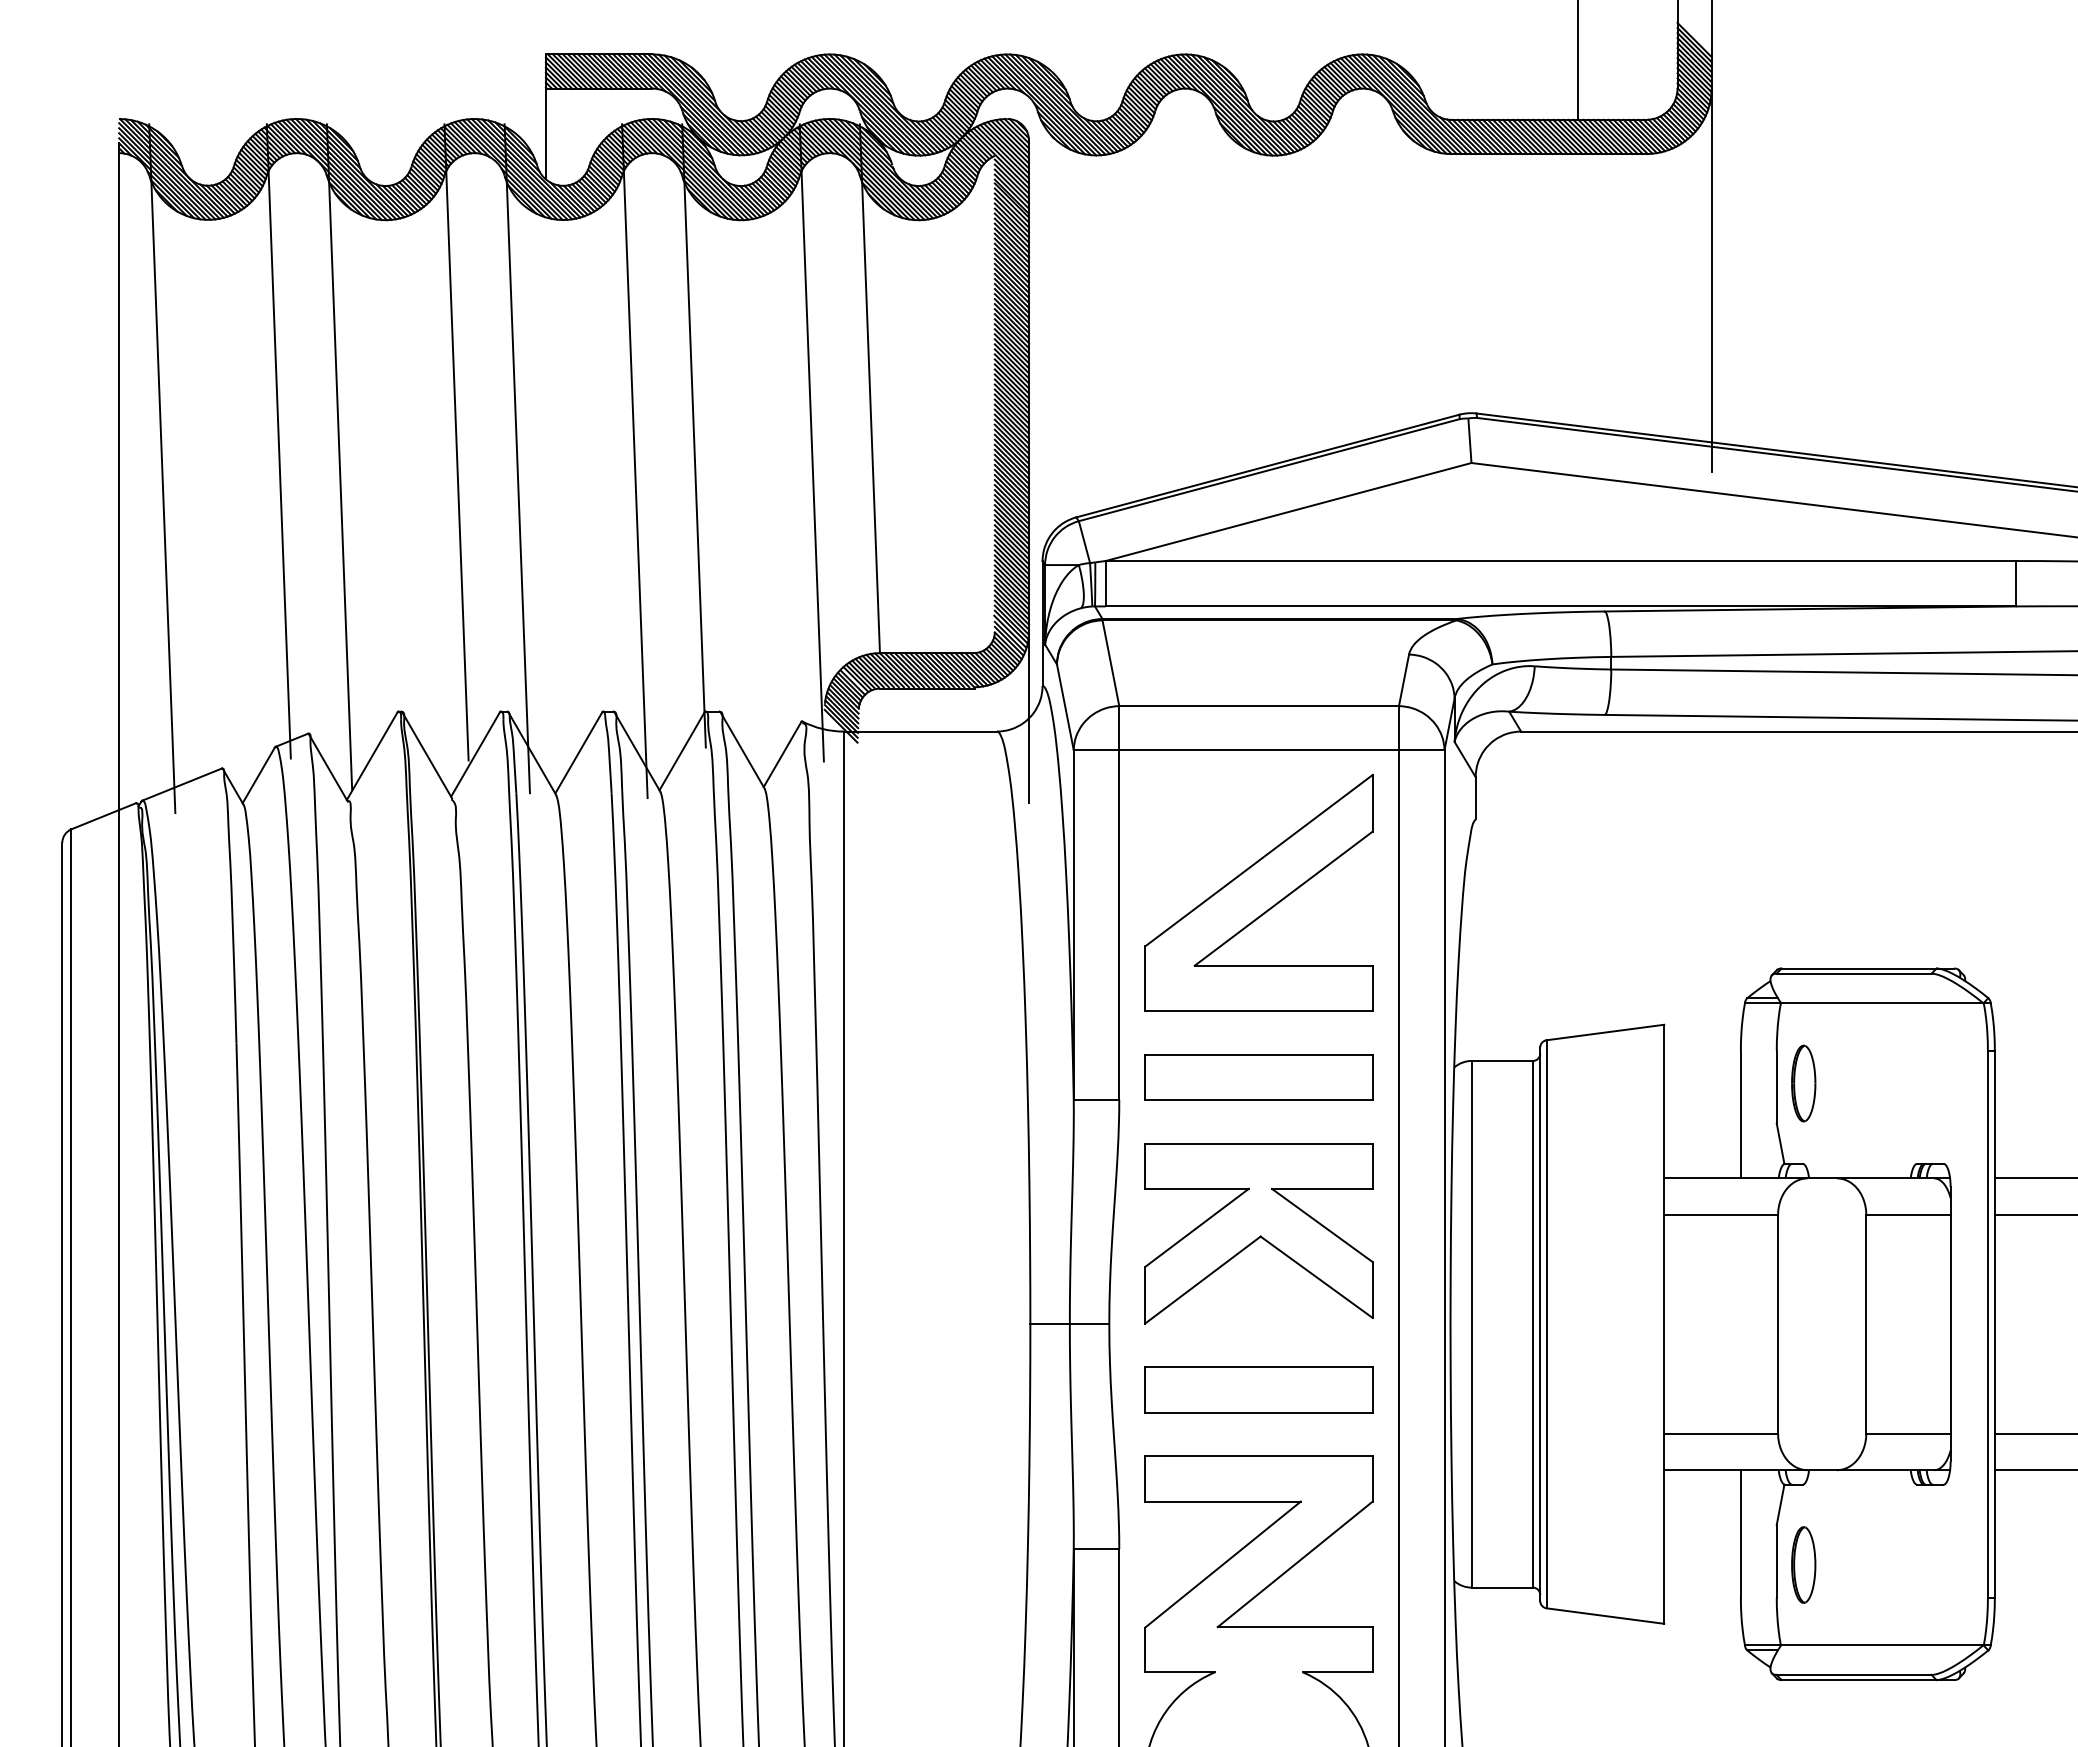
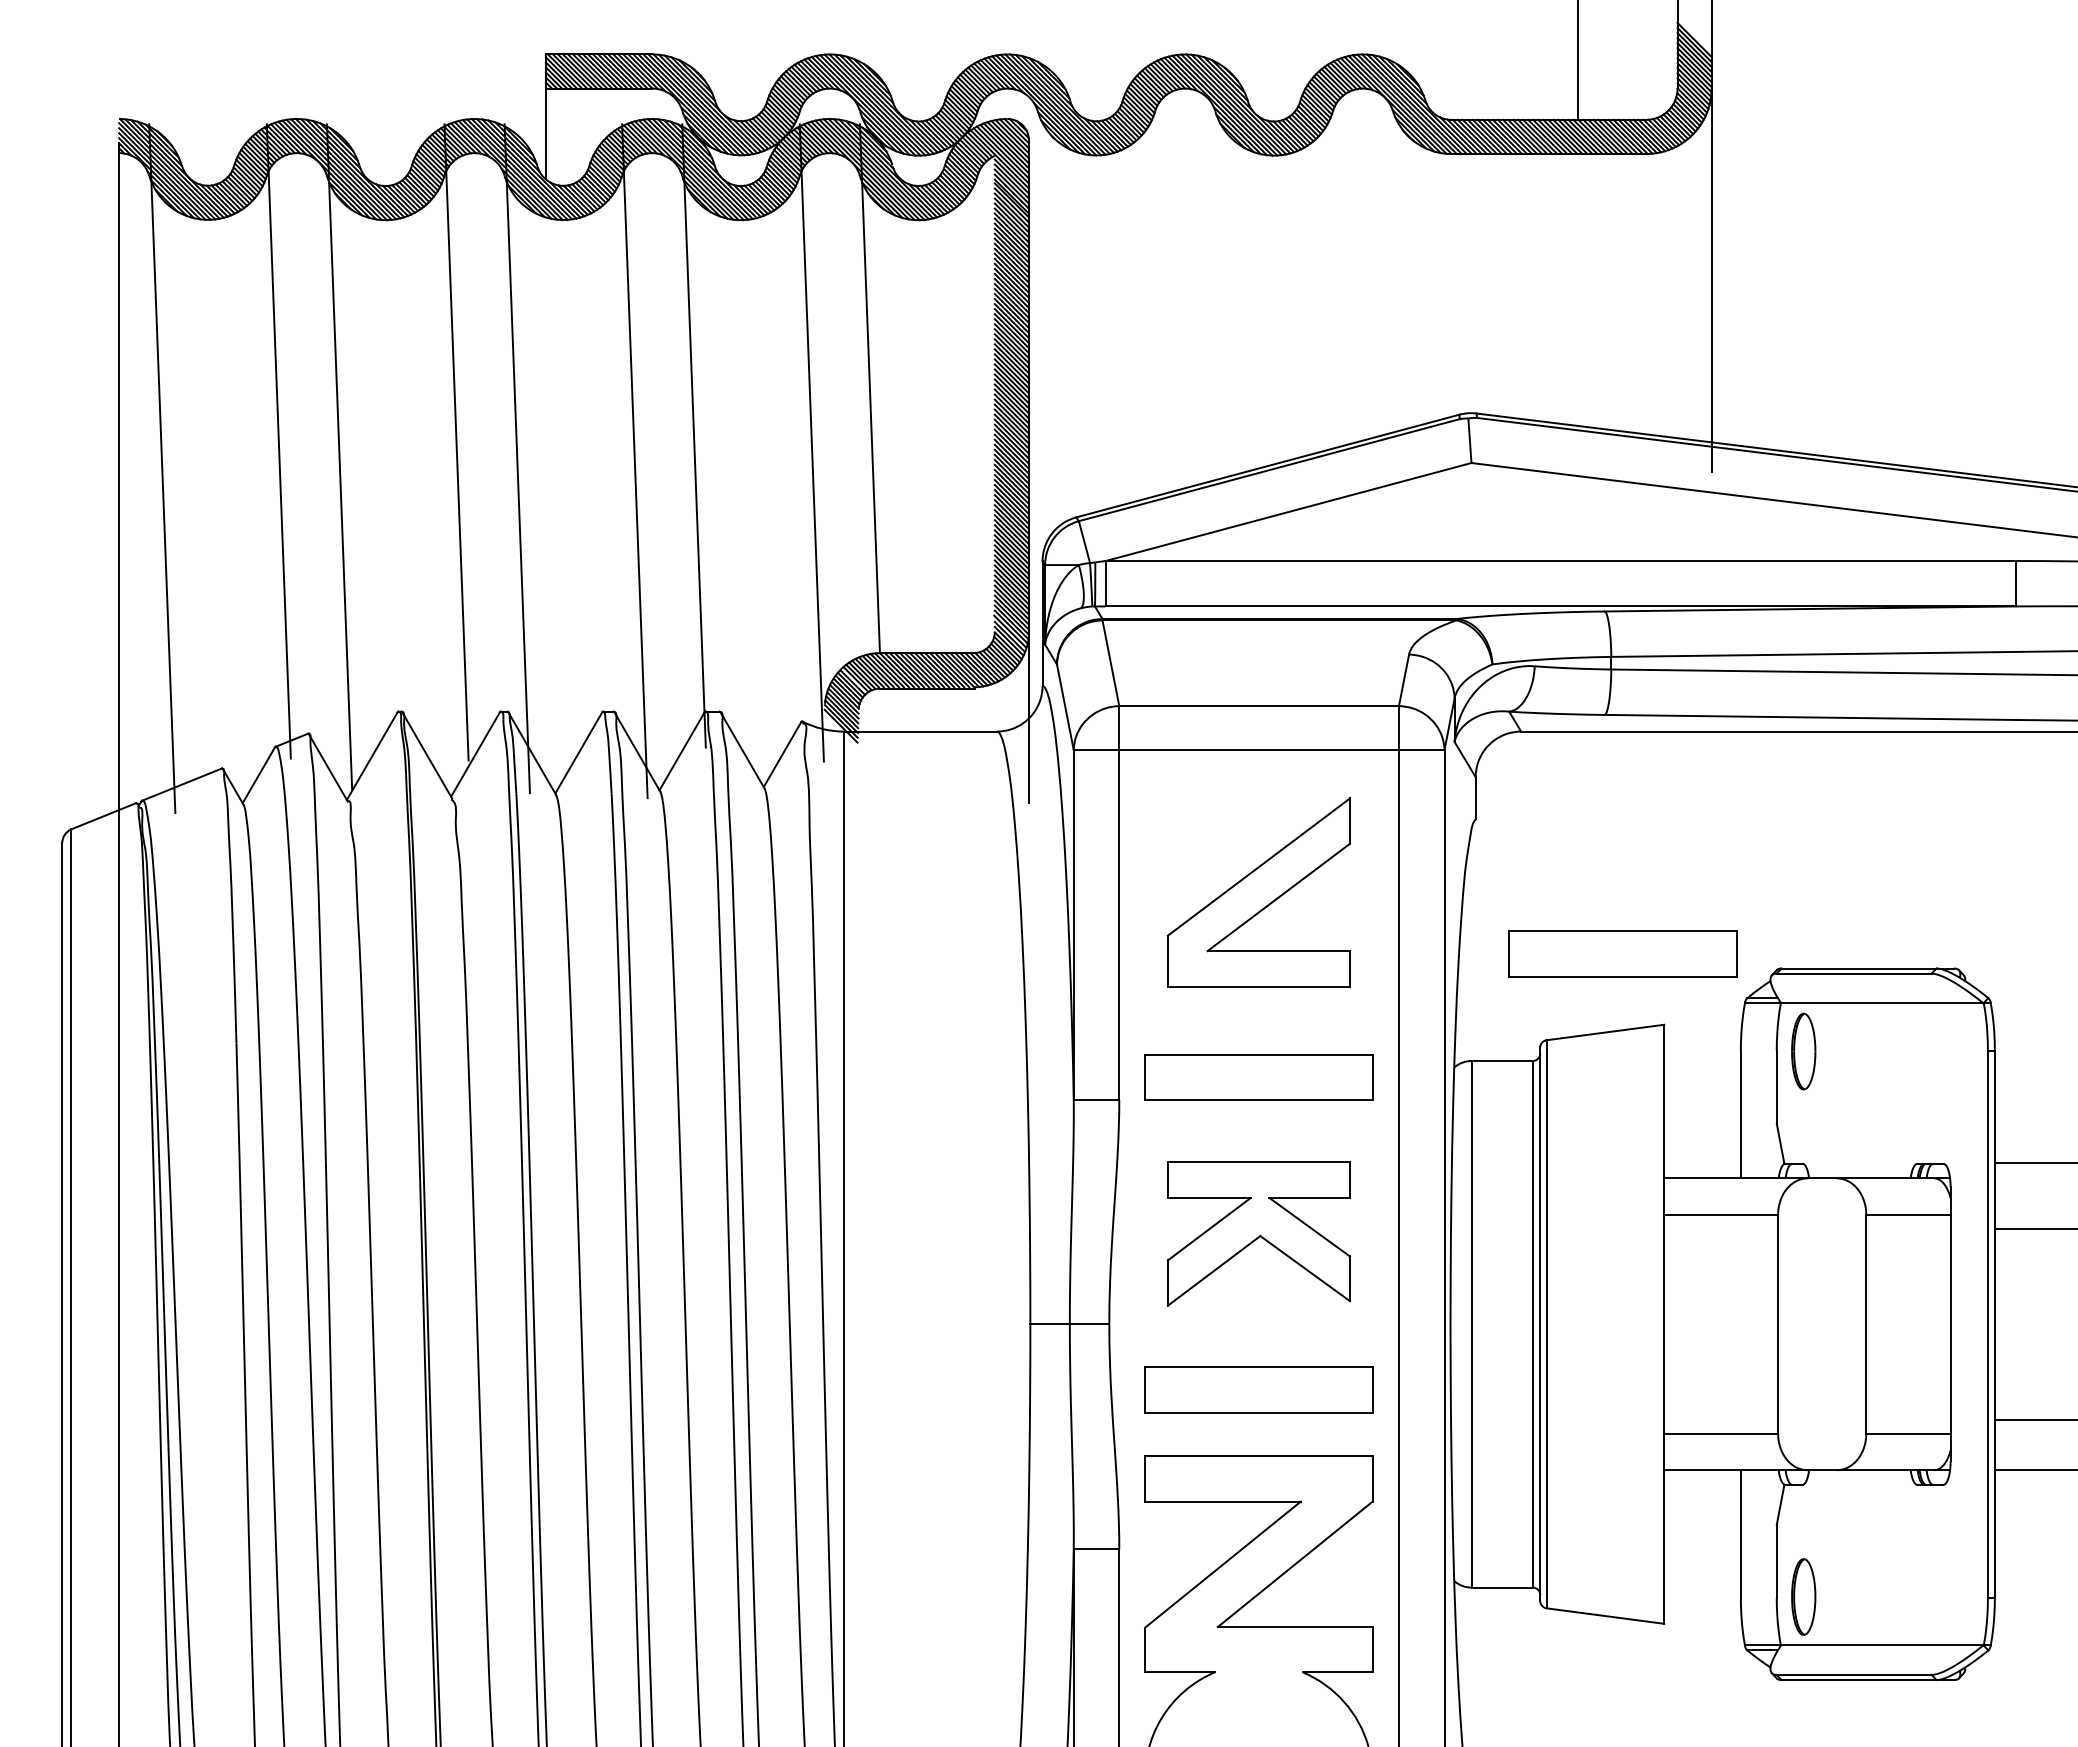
part at (1258, 892) size: 230x239 px -> 185x191 px
part at (1622, 953): none -> present
part at (1803, 1083) position: (1803, 1083) -> (1803, 1051)
line at (2034, 1178) position: (2034, 1178) -> (2034, 1163)
line at (2034, 1214) position: (2034, 1214) -> (2034, 1228)
part at (1258, 1233) size: 230x182 px -> 185x146 px
line at (2034, 1433) position: (2034, 1433) -> (2034, 1419)
part at (1803, 1564) position: (1803, 1564) -> (1803, 1596)
